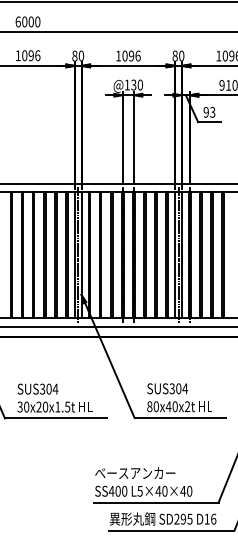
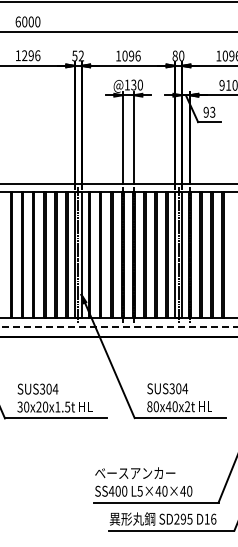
text at (24, 55): 1096 -> 1296
text at (78, 55): 80 -> 52
line at (119, 326): solid -> dashed
